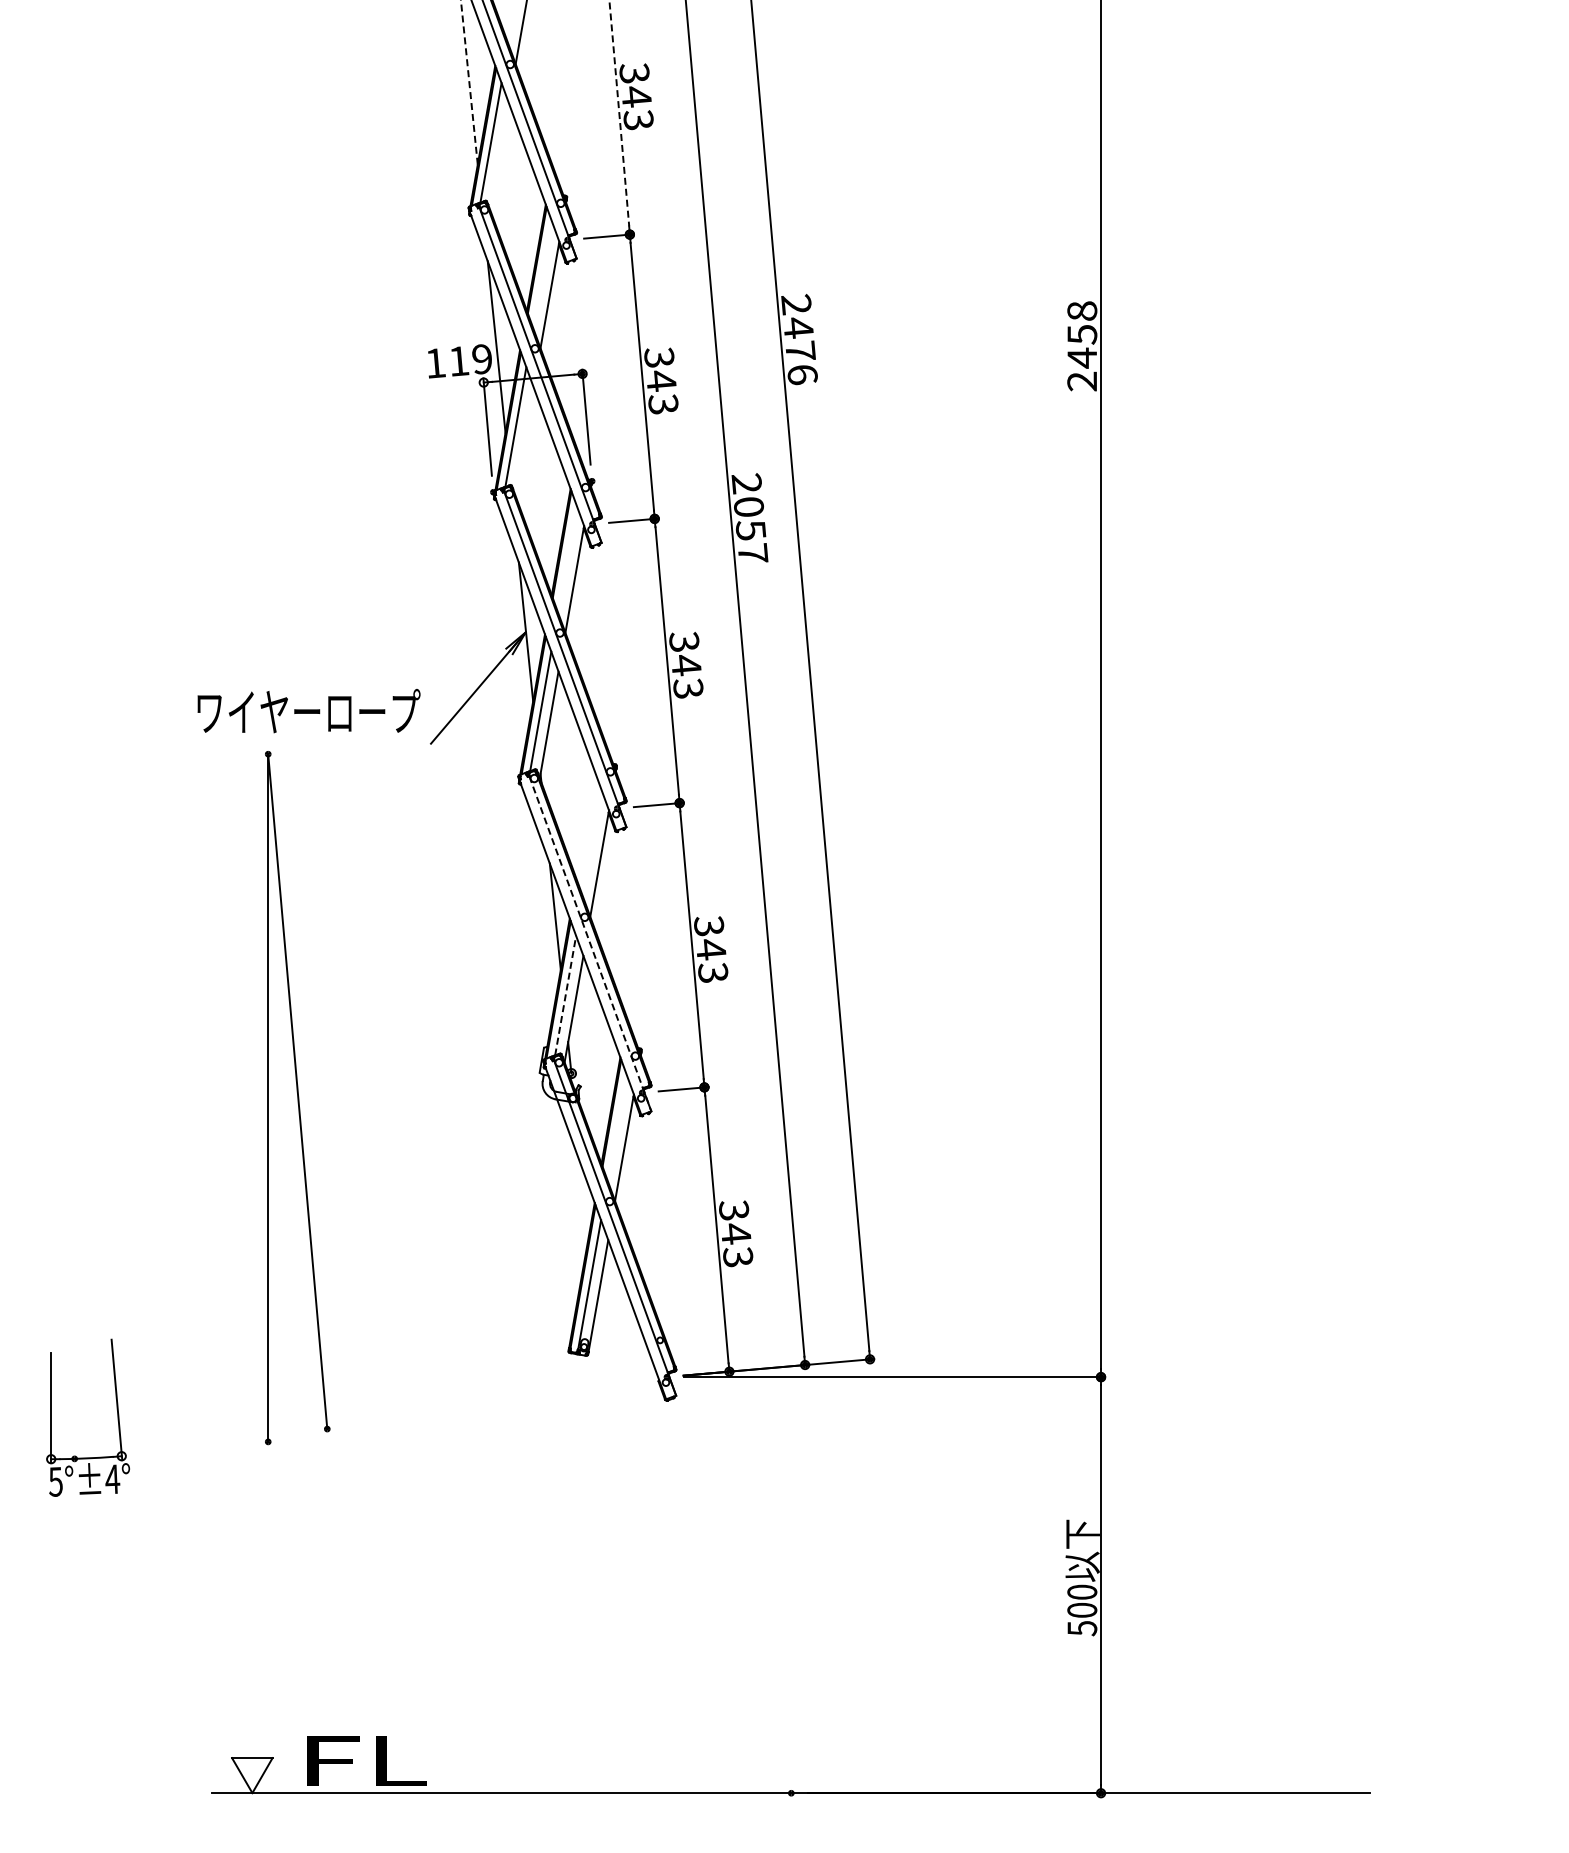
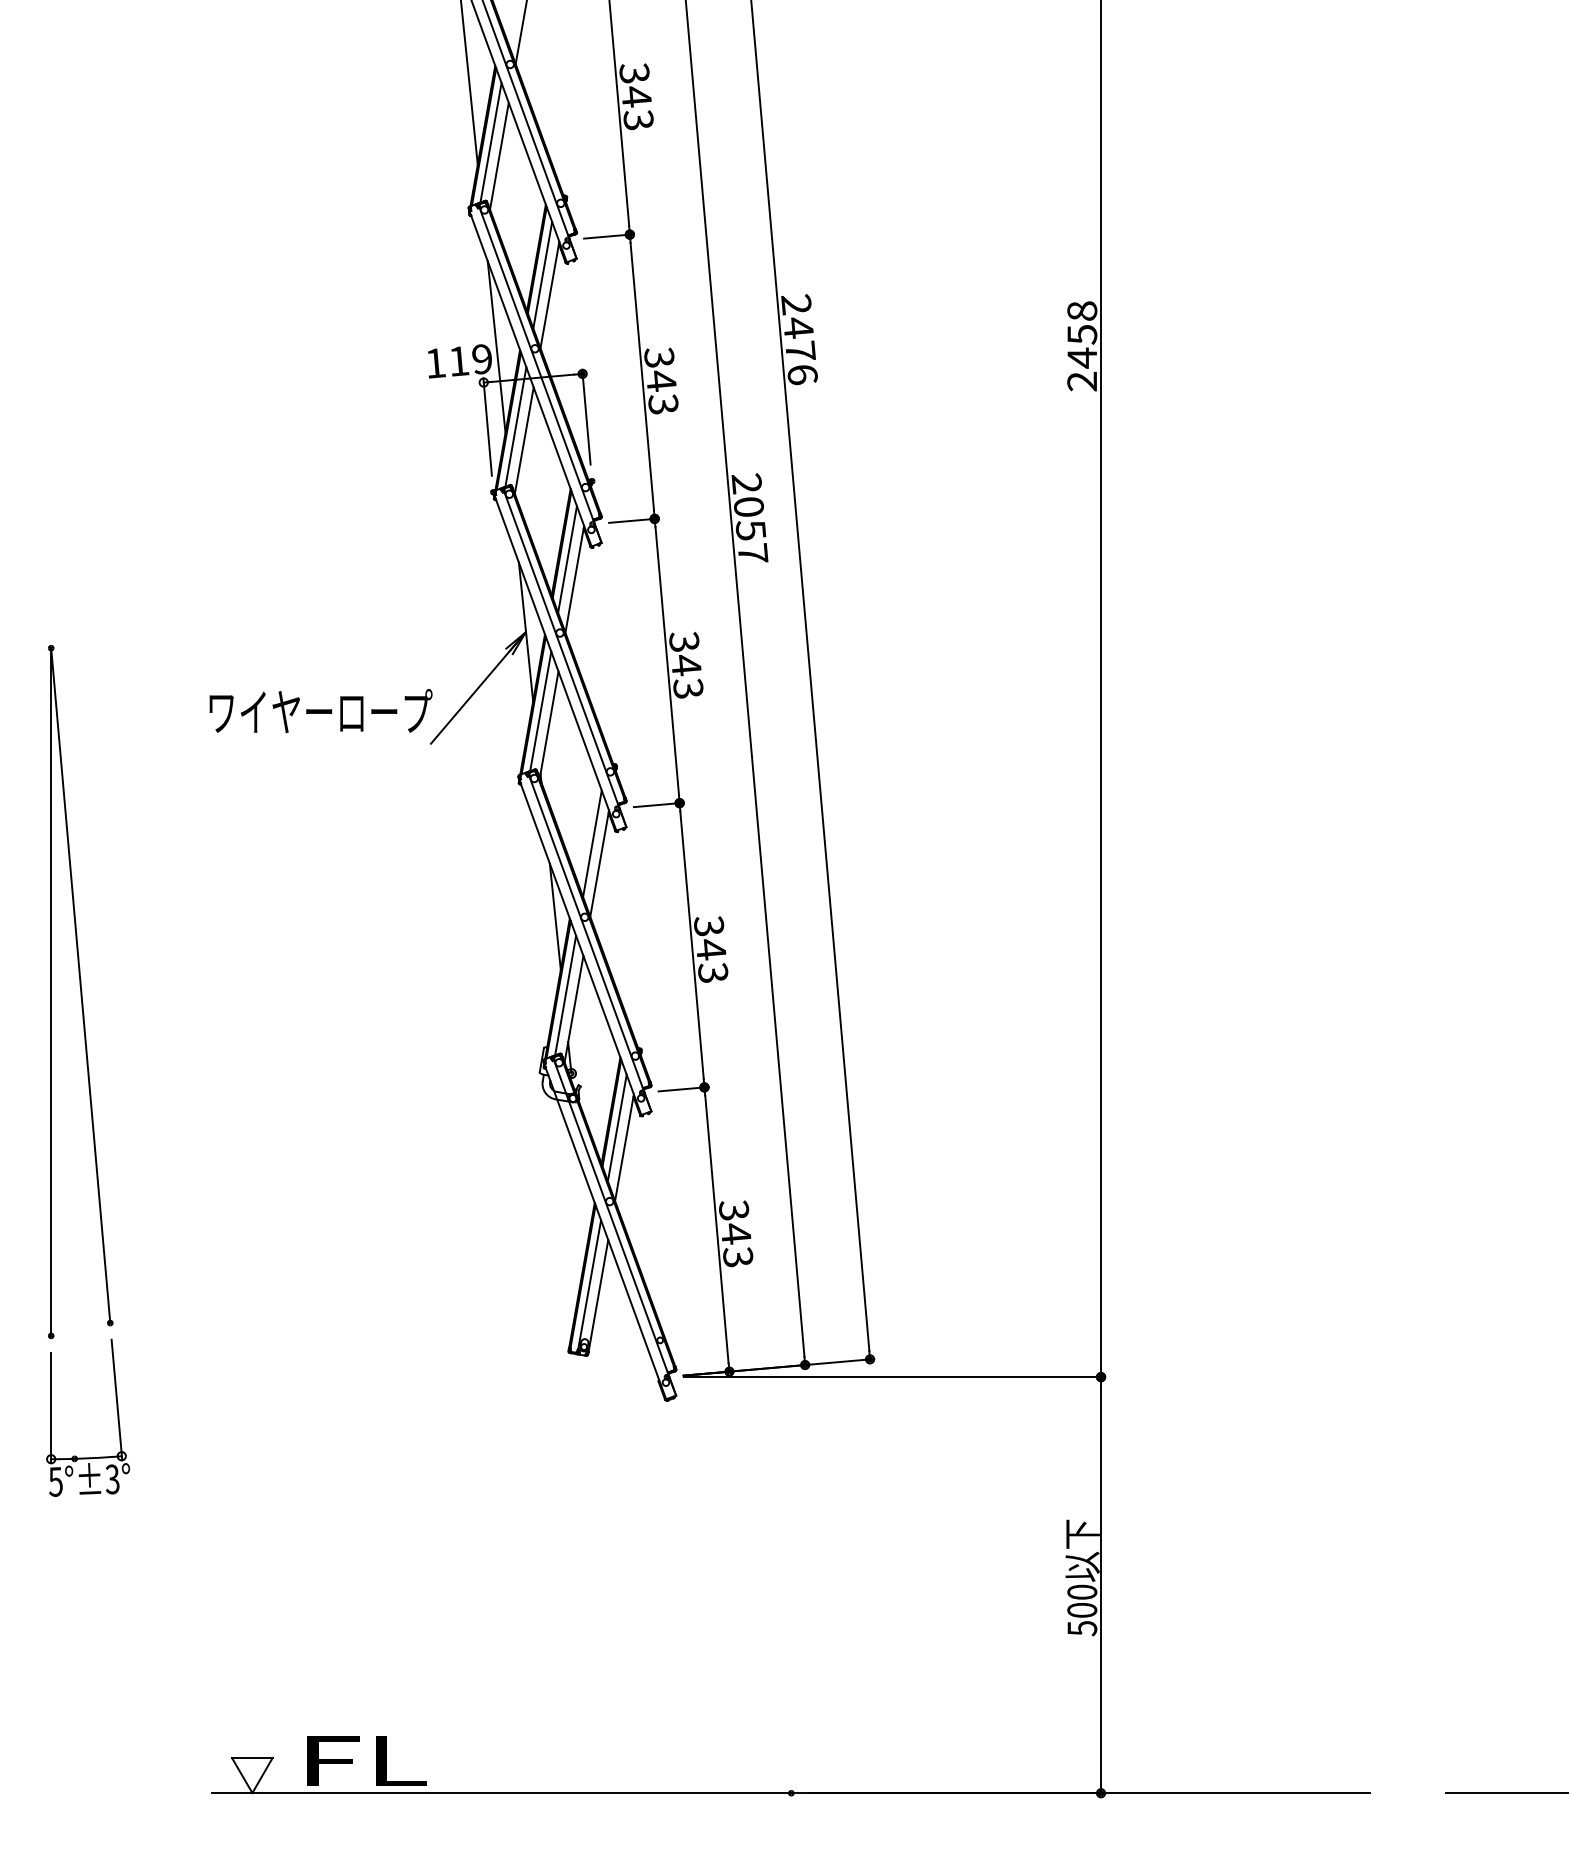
line at (469, 82): dashed -> solid
line at (619, 113): dashed -> solid
line at (499, 156): none -> present
line at (542, 274): none -> present
line at (523, 440): none -> present
line at (567, 559): none -> present
text at (308, 711) position: (308, 711) -> (320, 711)
line at (592, 843): none -> present
line at (590, 944): dashed -> solid
line at (565, 995): dashed -> solid
part at (297, 1098) position: (297, 1098) -> (80, 992)
line at (616, 1127): none -> present
text at (112, 1479): 5°±4° -> 5°±3°
line at (1505, 1793): none -> present
